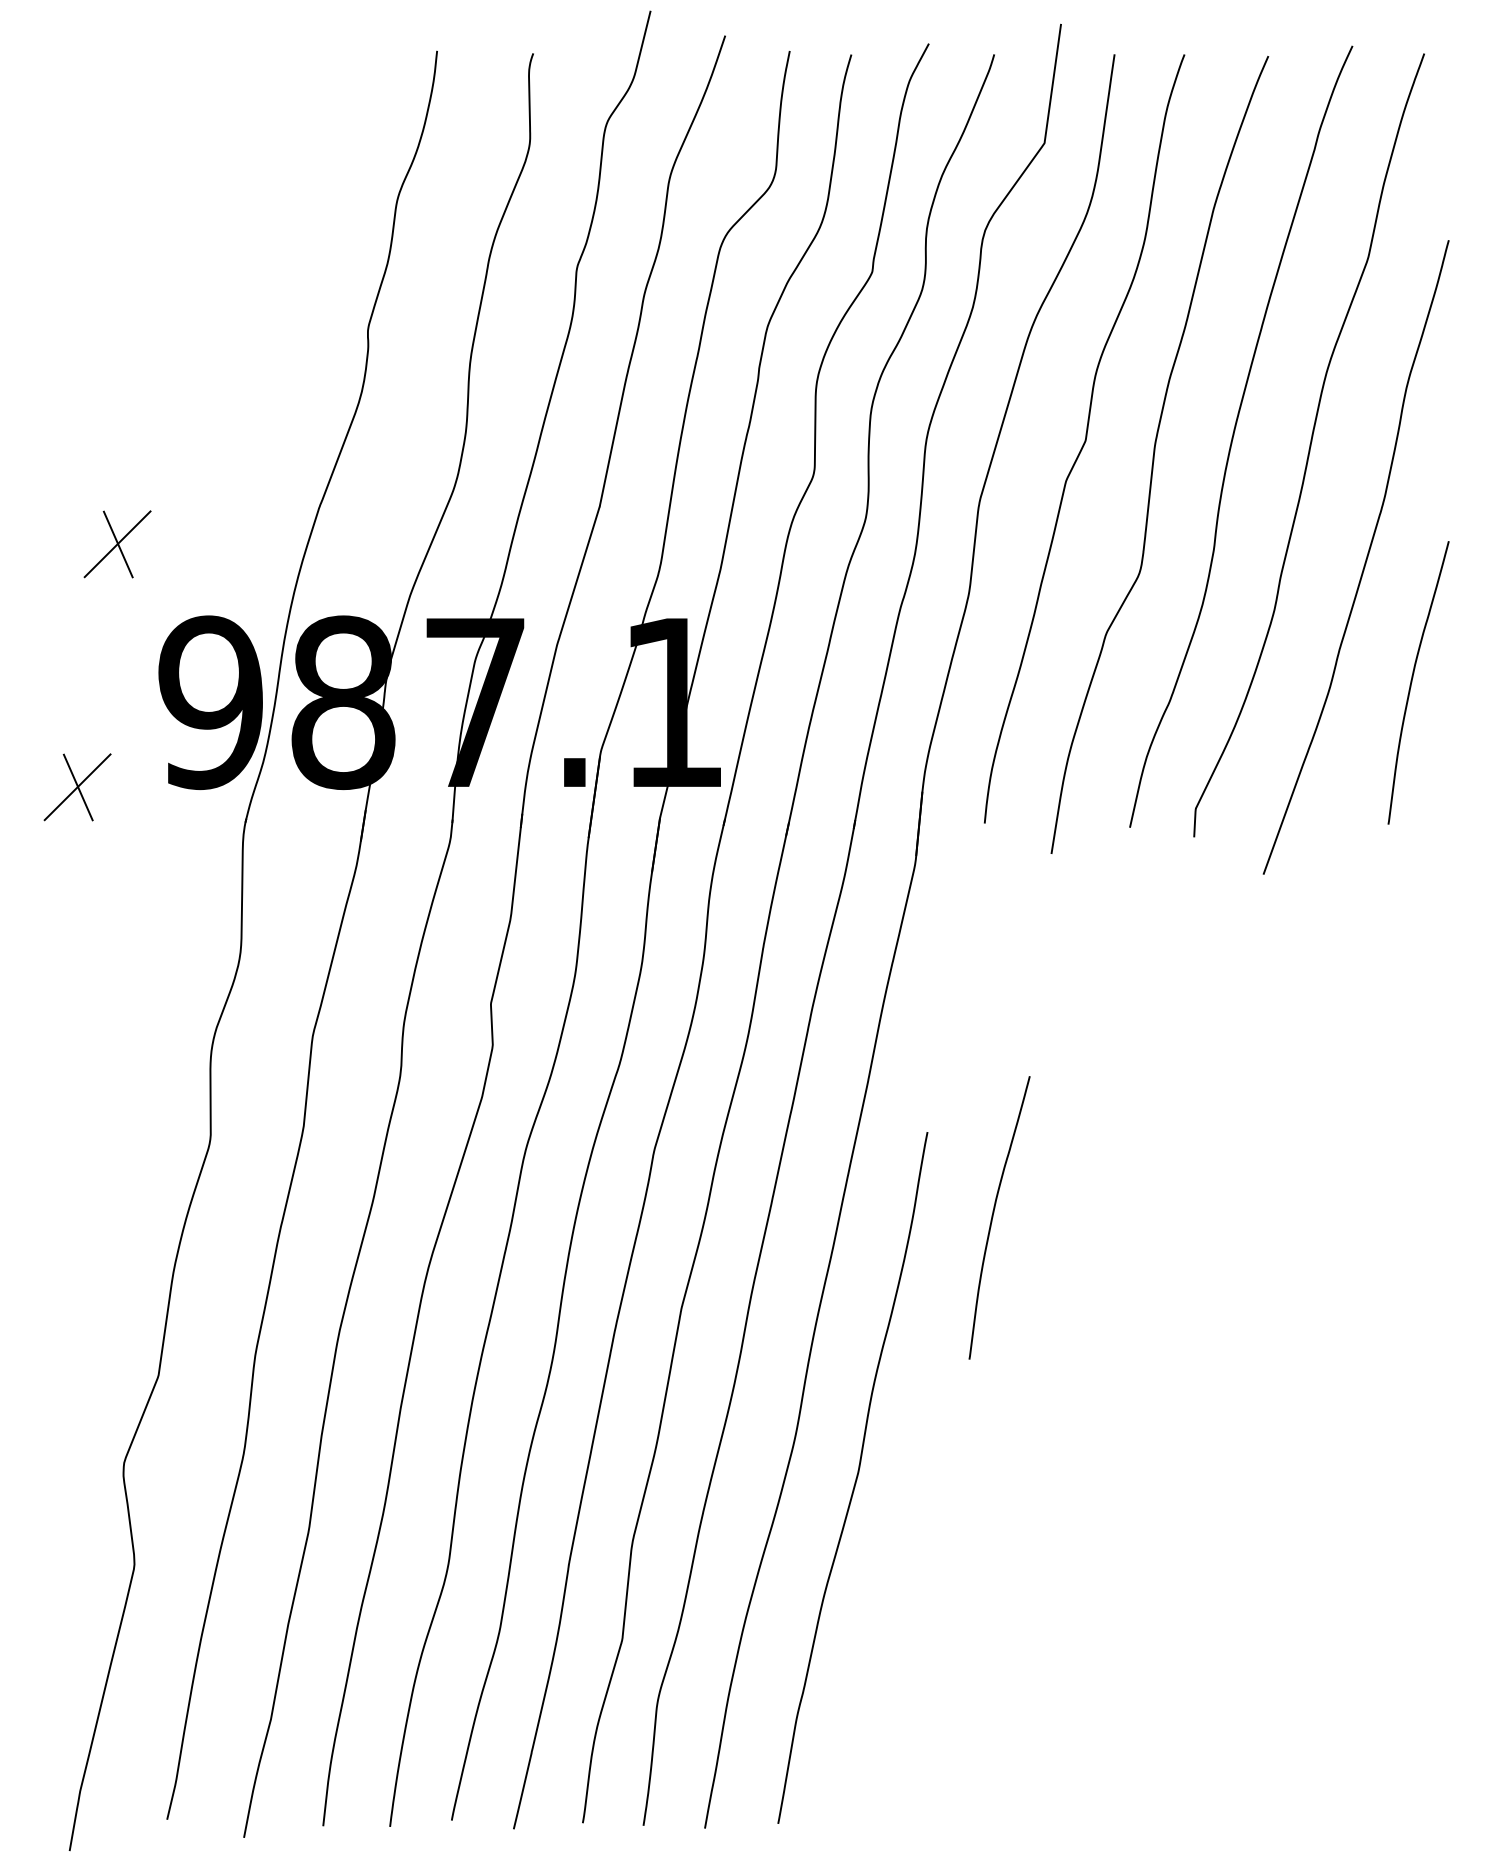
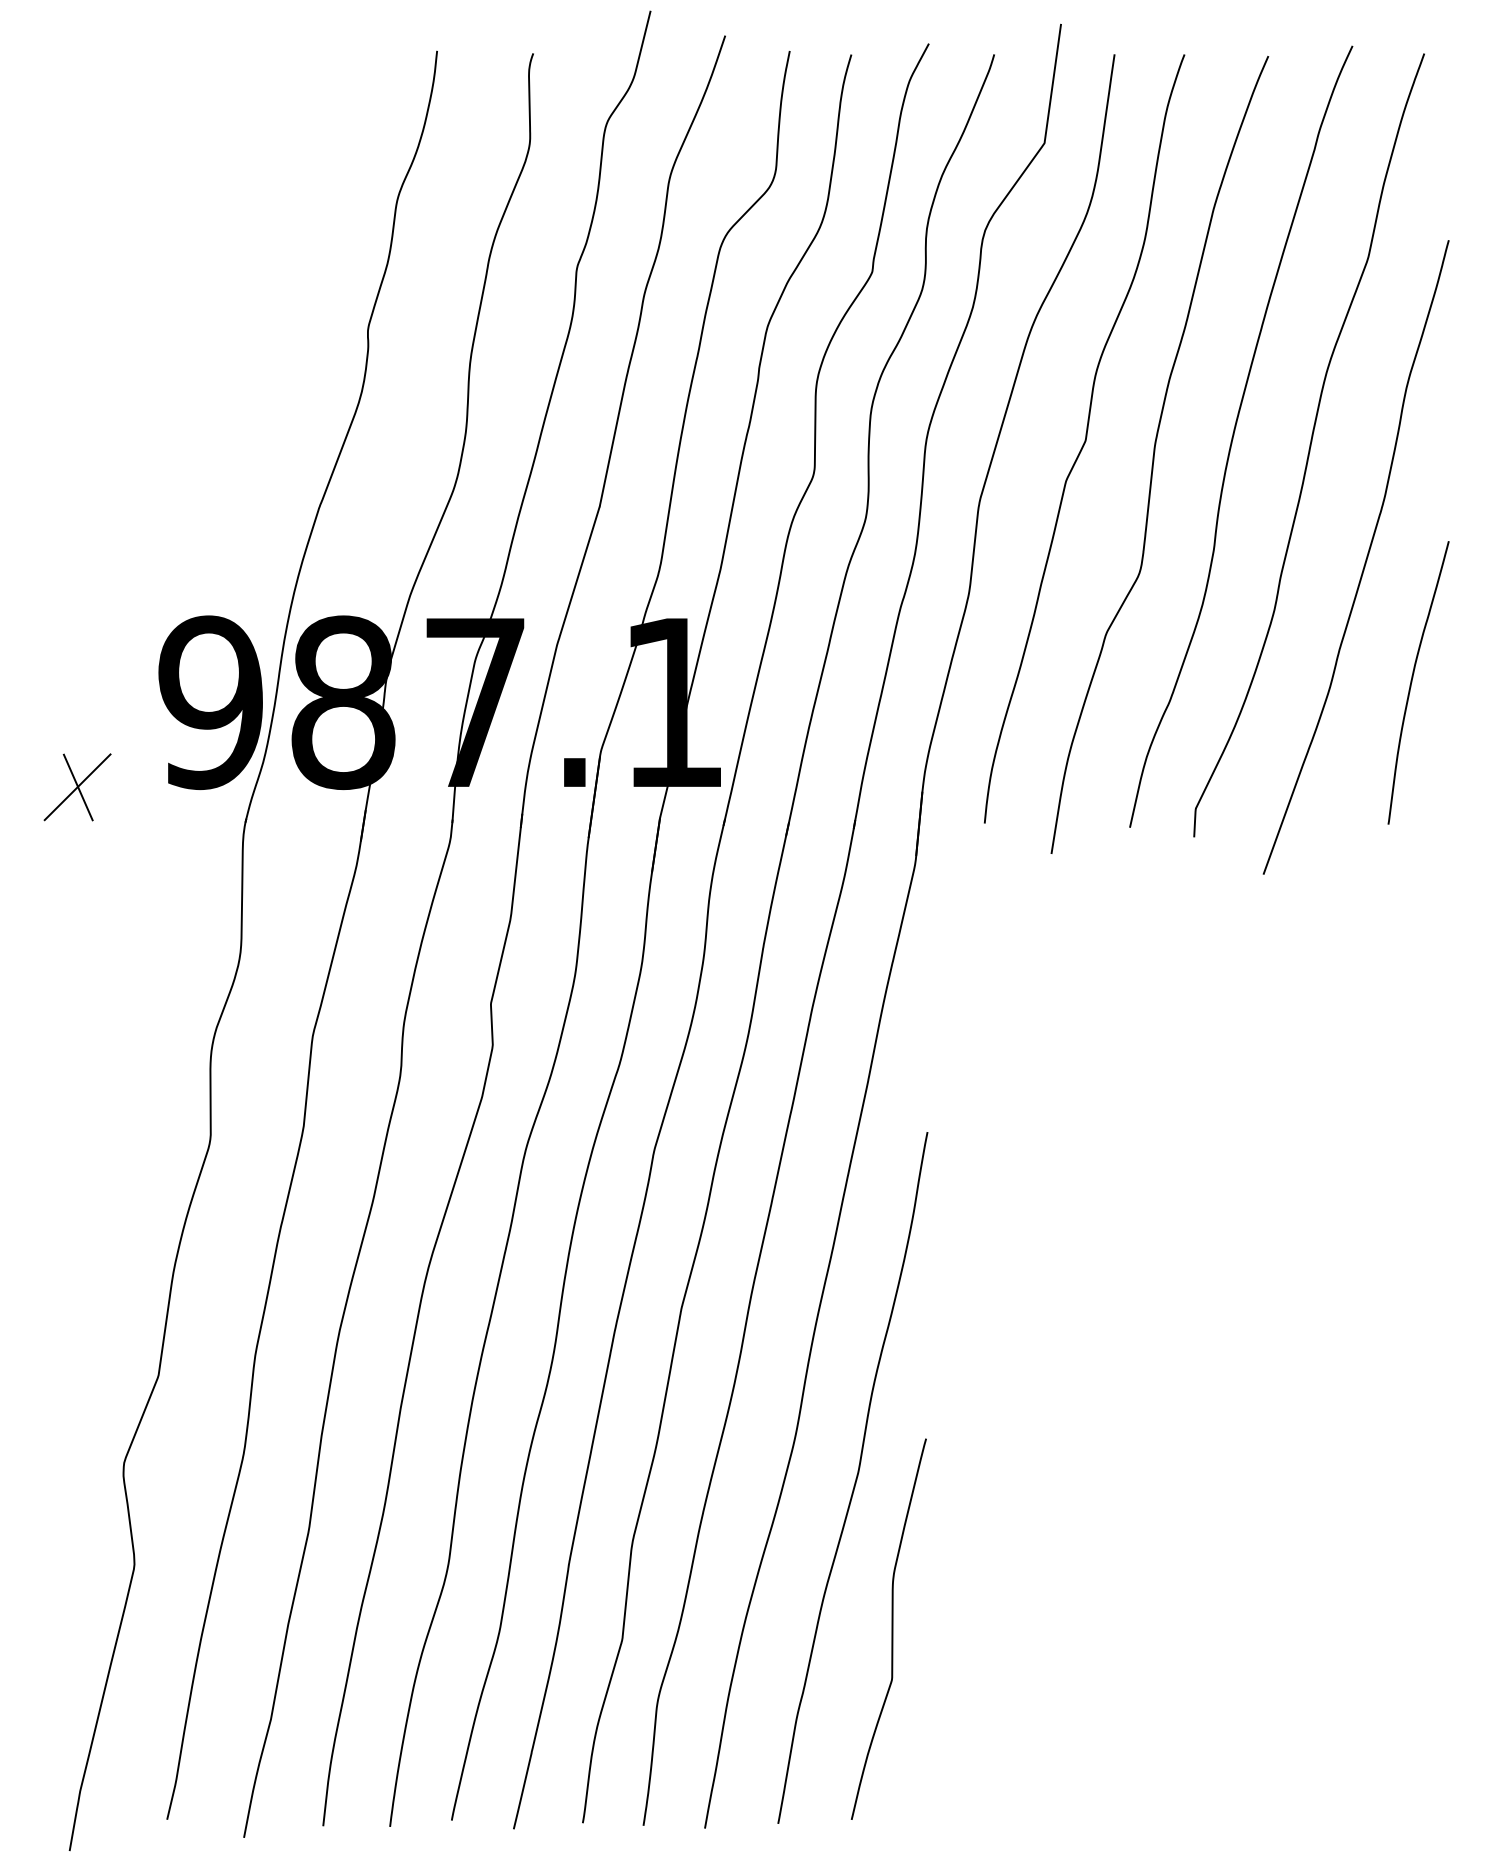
part at (117, 544): present -> none
curve at (993, 1217): present -> none
curve at (891, 1628): none -> present
